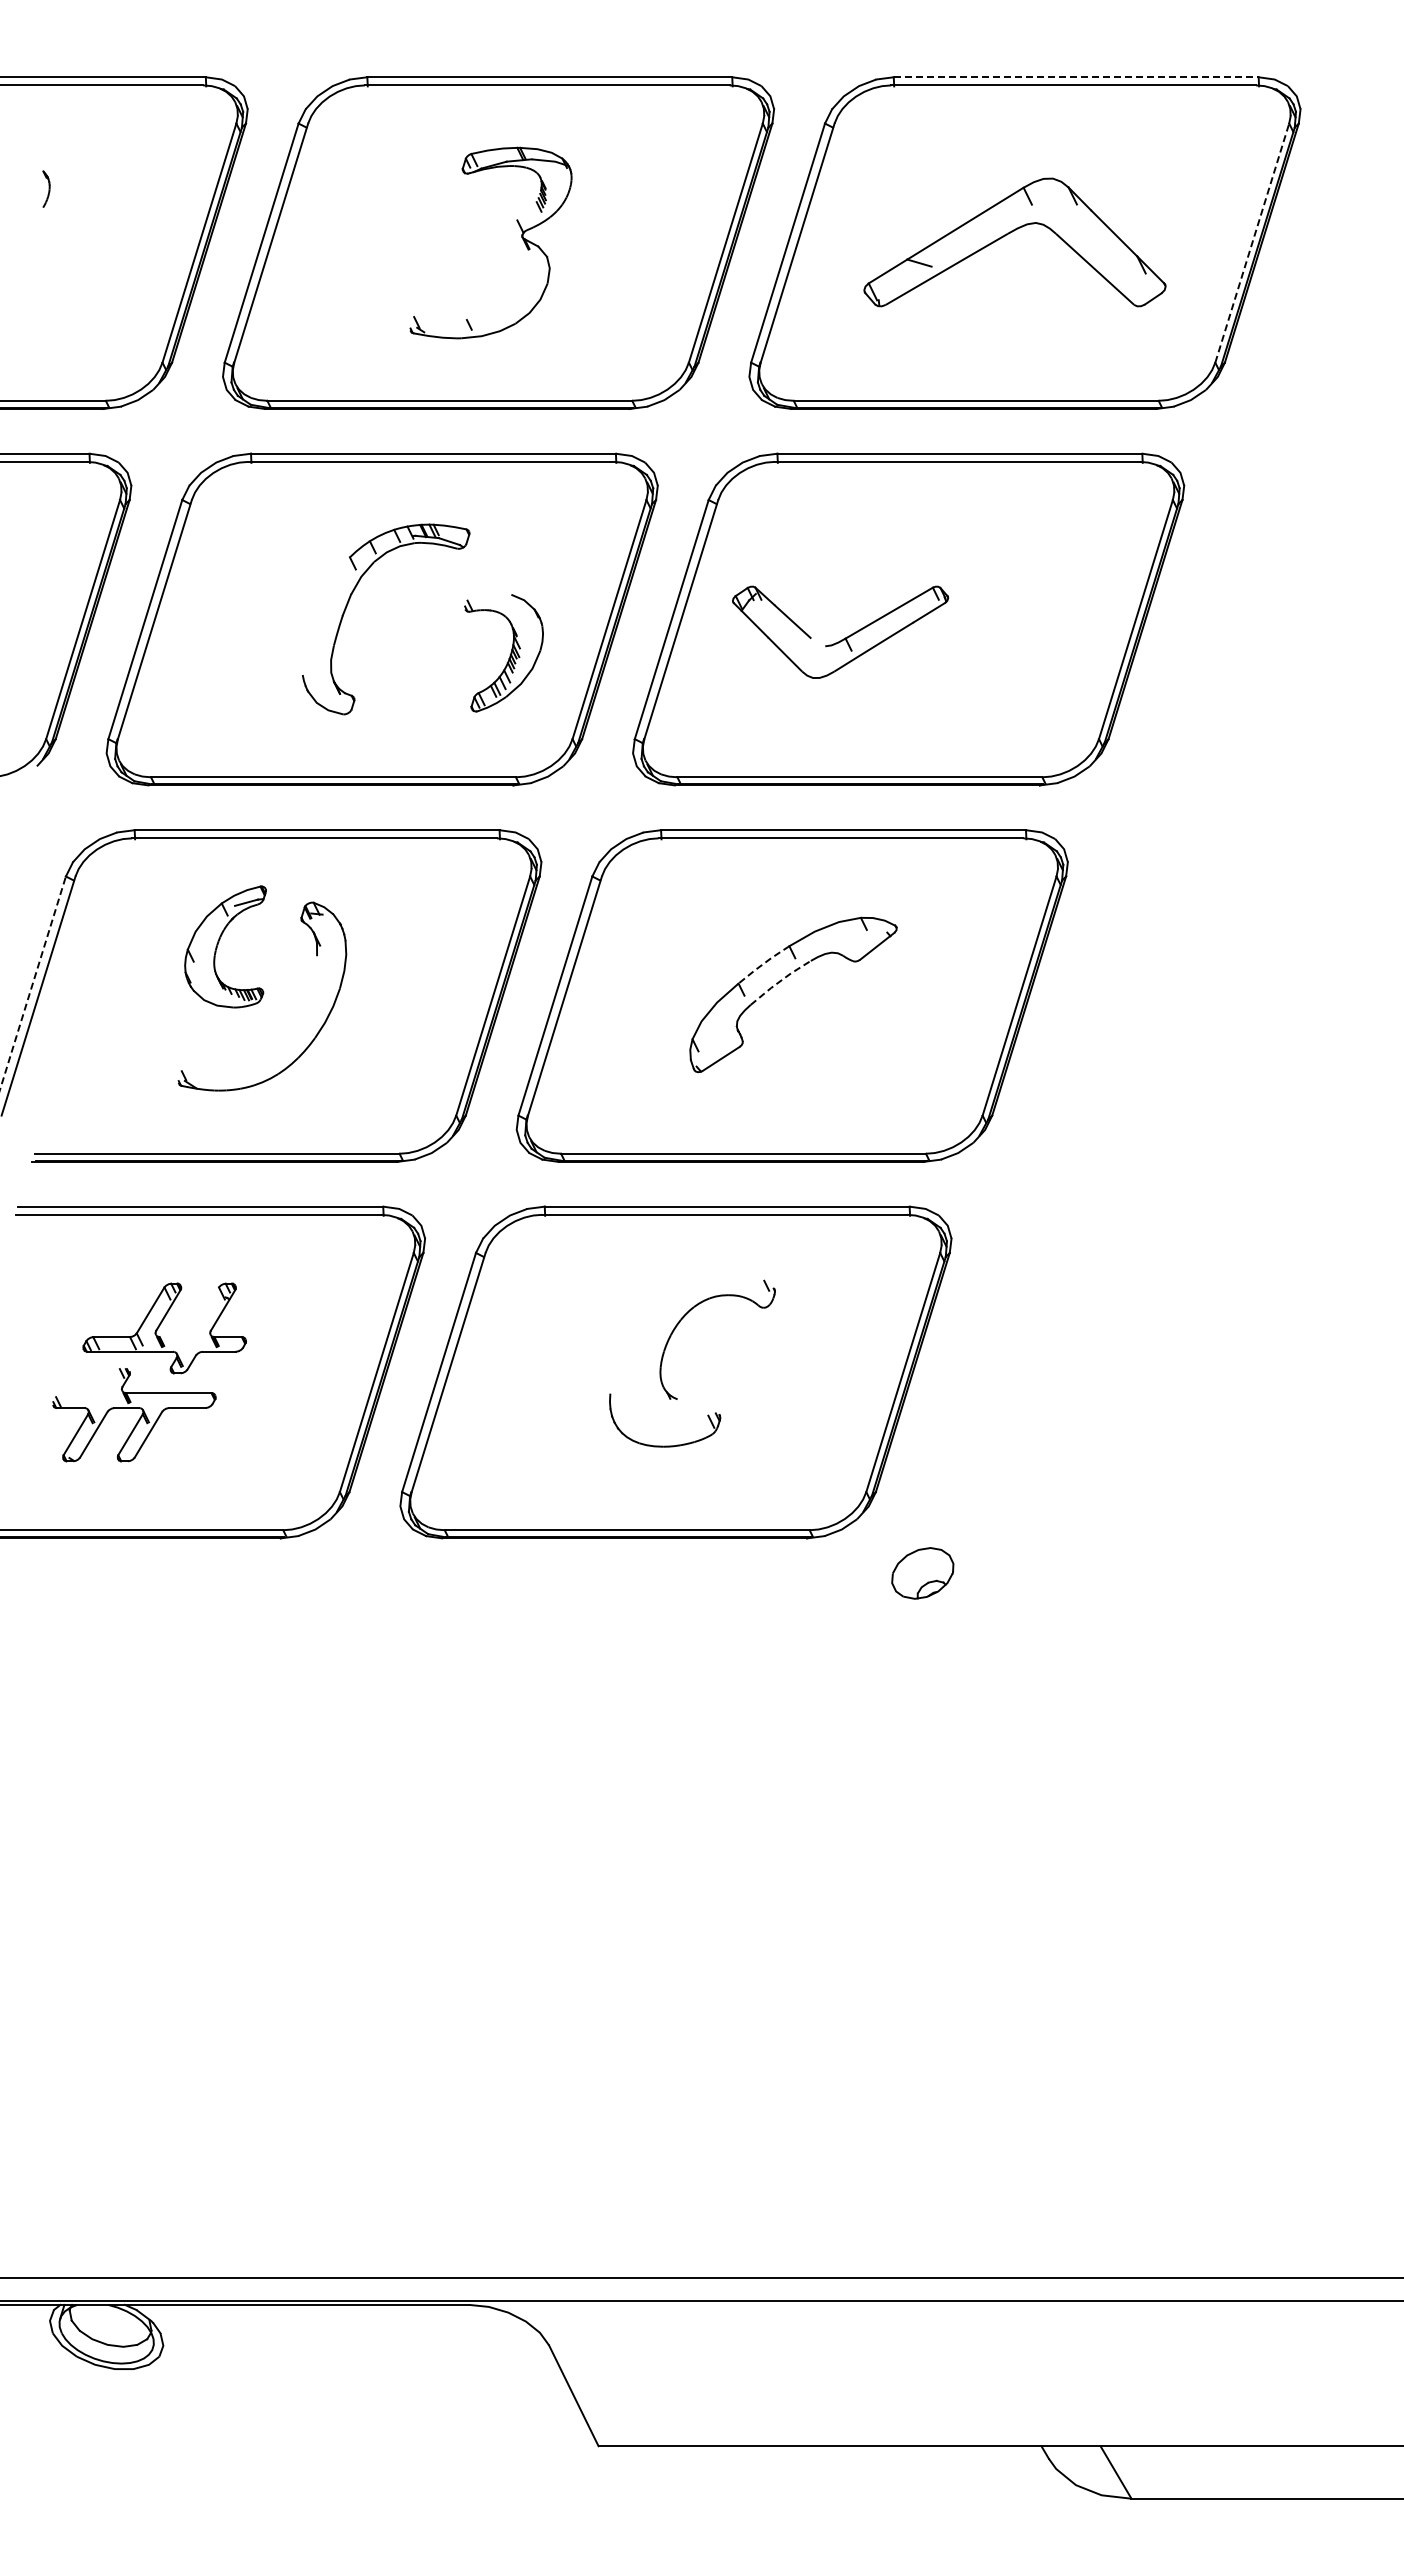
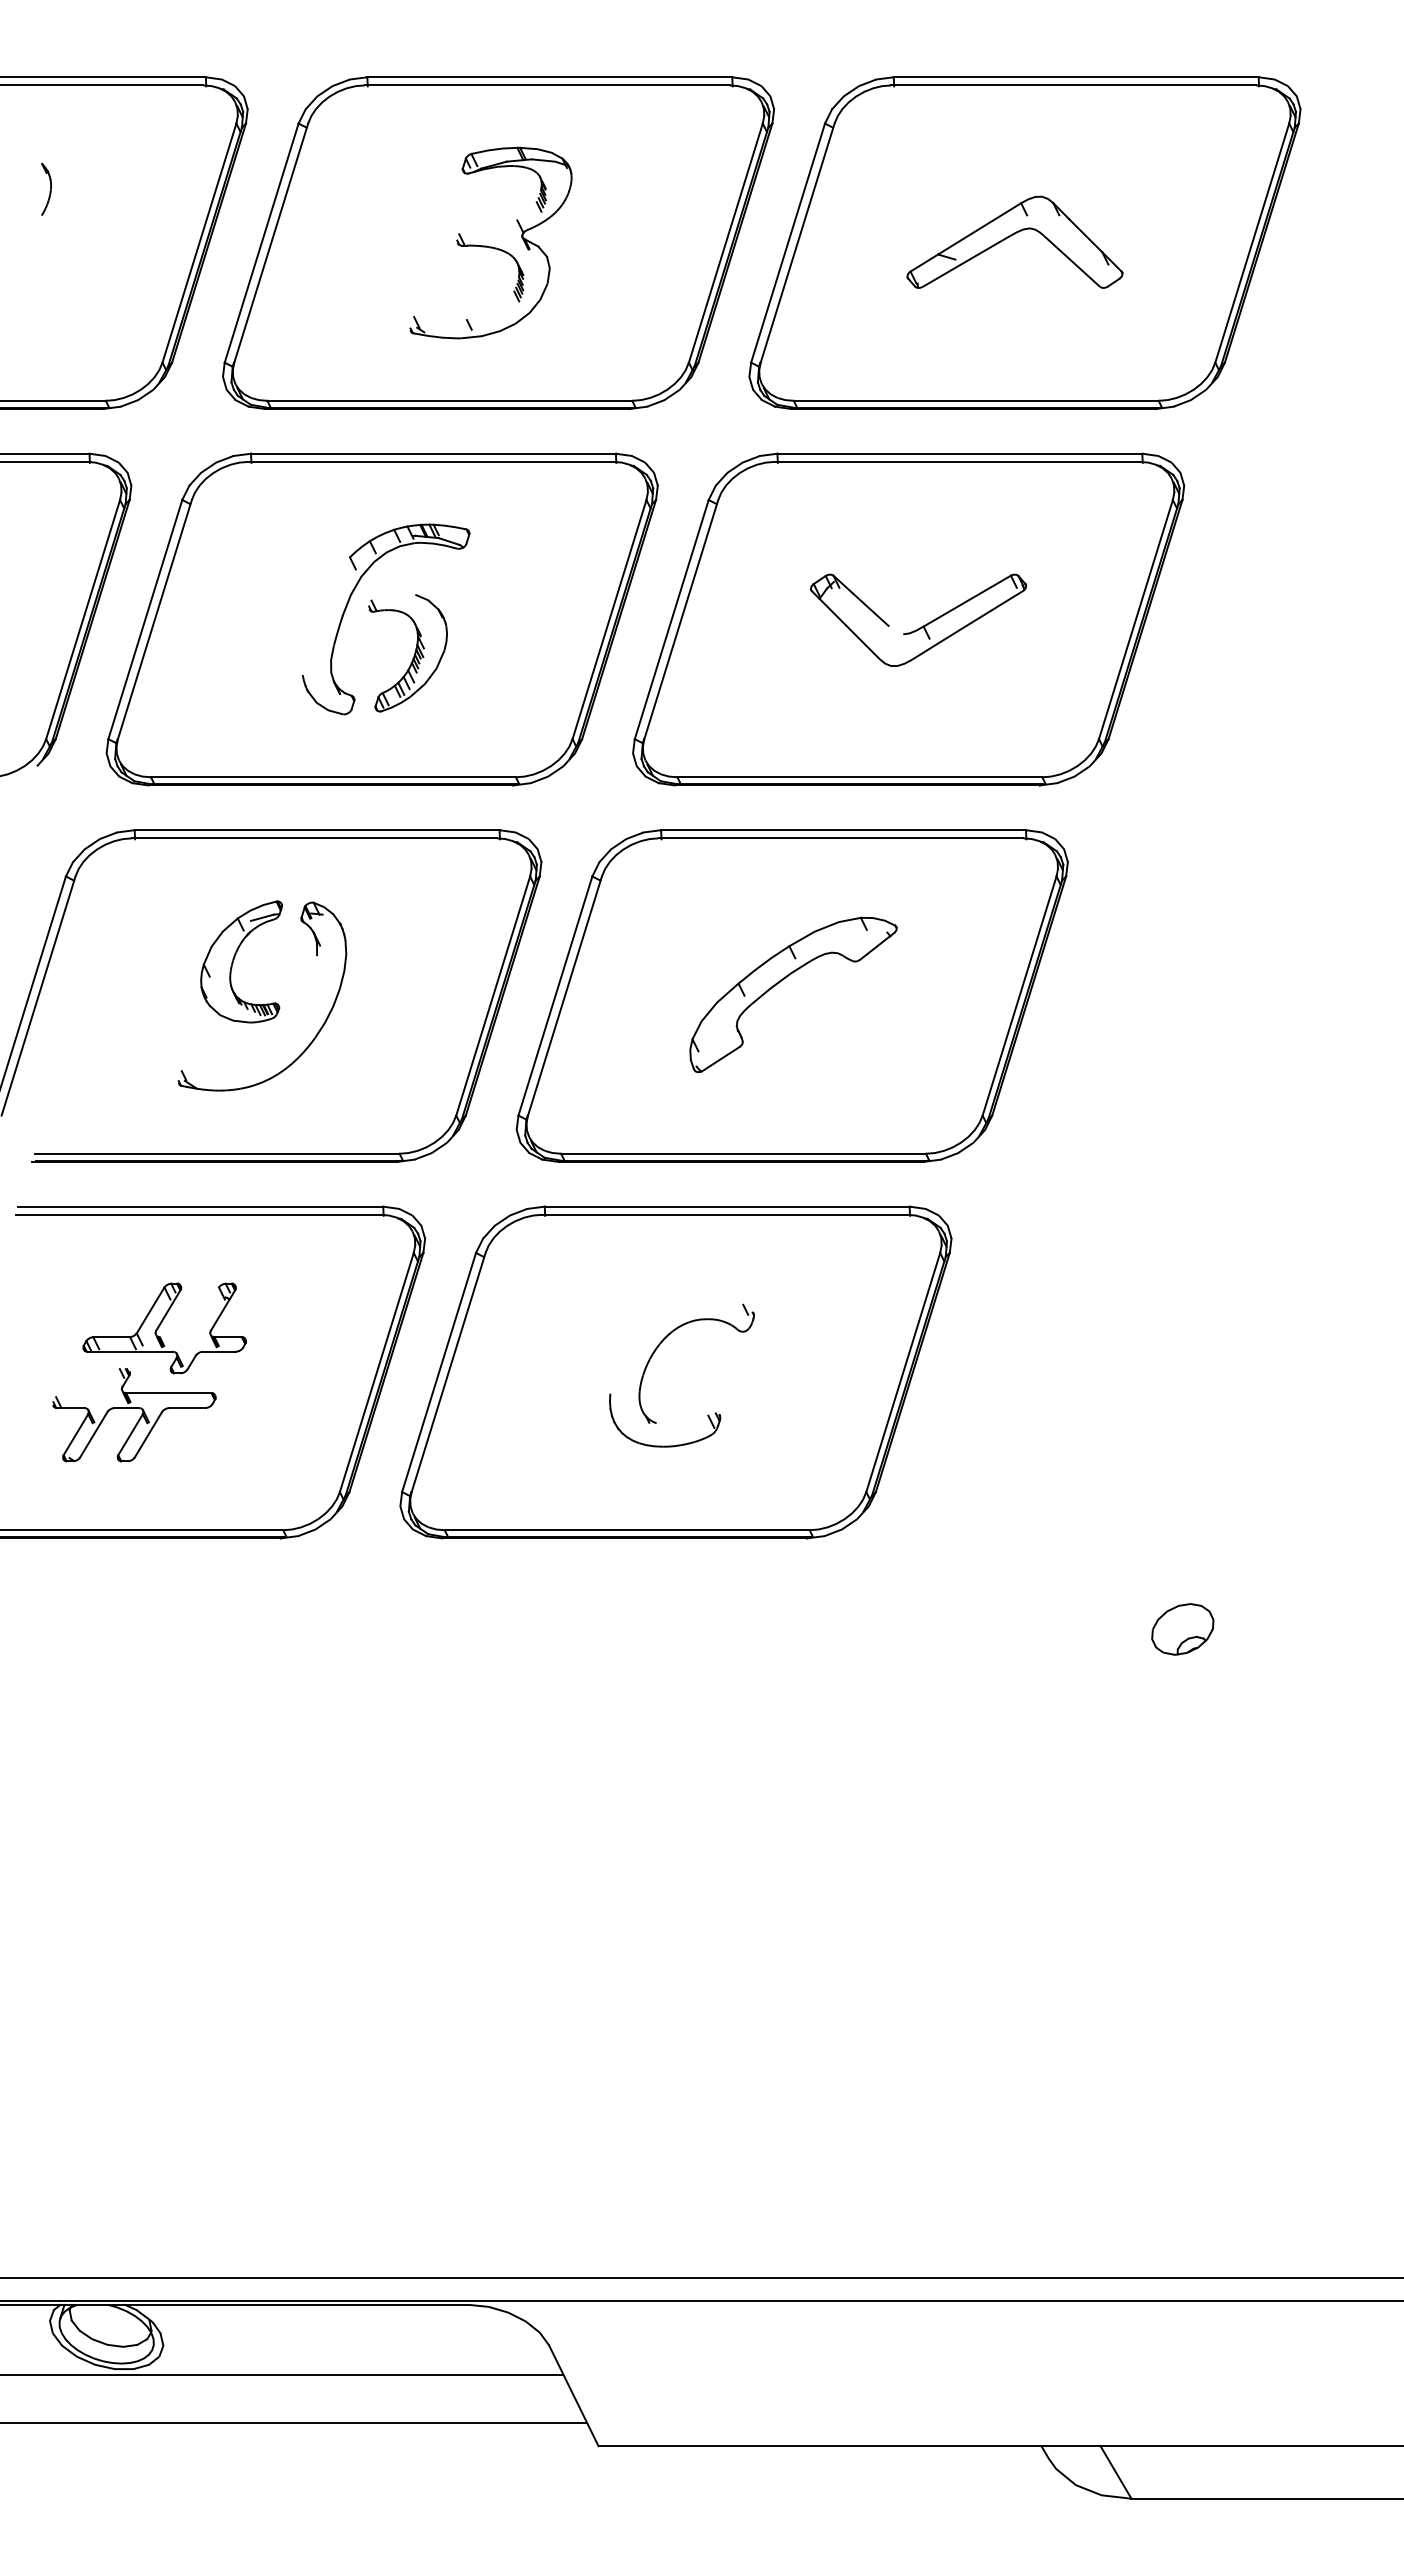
line at (1076, 77): dashed -> solid
part at (46, 188) size: 9x38 px -> 11x54 px
part at (1014, 242) size: 304x131 px -> 218x94 px
line at (1252, 242): dashed -> solid
part at (494, 249): none -> present
part at (843, 638) position: (843, 638) -> (921, 626)
part at (509, 655) position: (509, 655) -> (413, 655)
part at (218, 945) position: (218, 945) -> (234, 960)
line at (763, 964): dashed -> solid
line at (779, 981): dashed -> solid
line at (32, 983): dashed -> solid
part at (695, 1307) position: (695, 1307) -> (674, 1331)
part at (922, 1573) position: (922, 1573) -> (1182, 1629)
line at (282, 2374): none -> present
line at (294, 2423): none -> present
